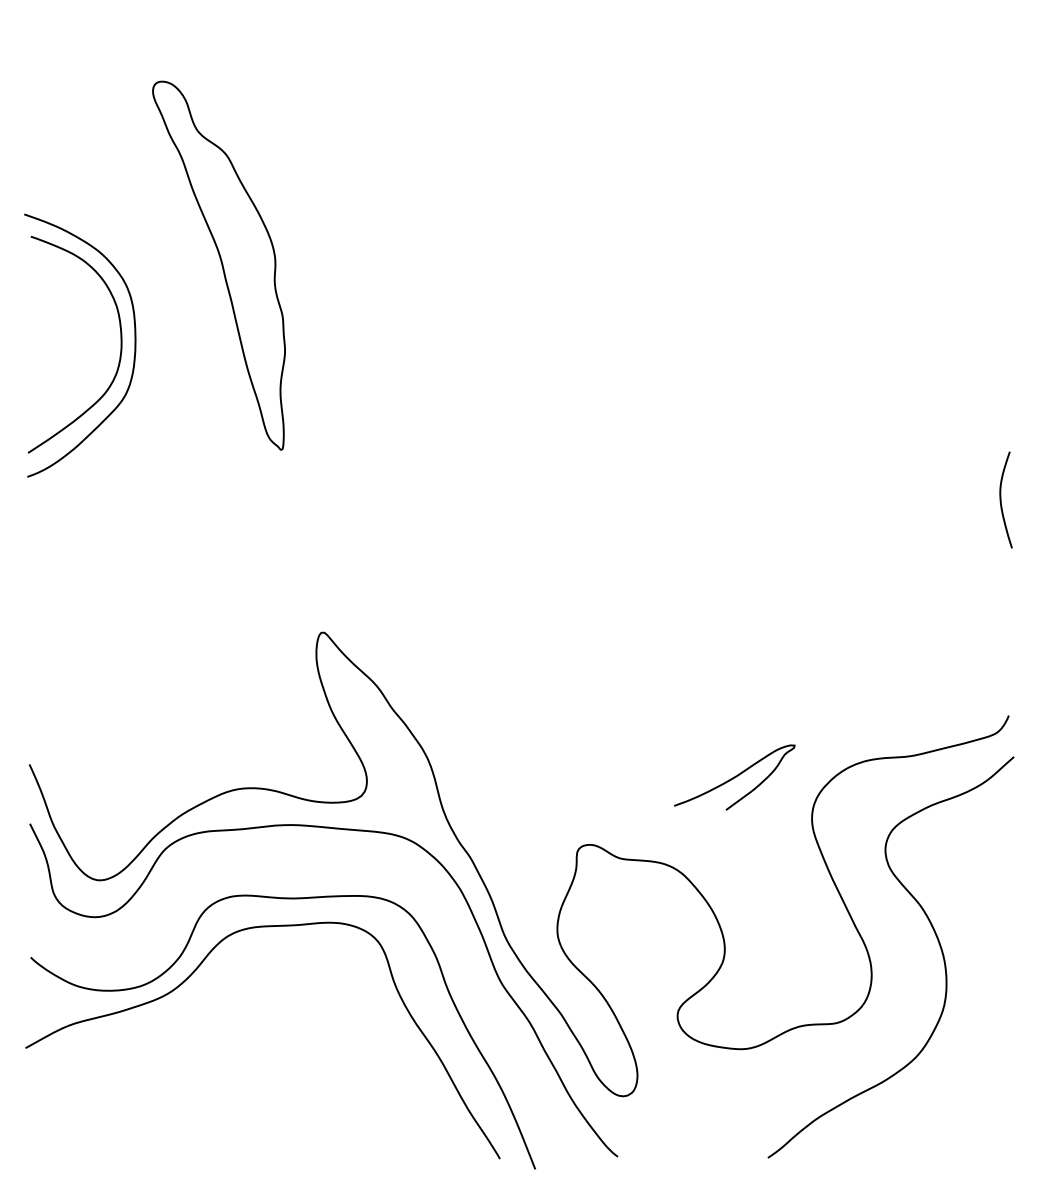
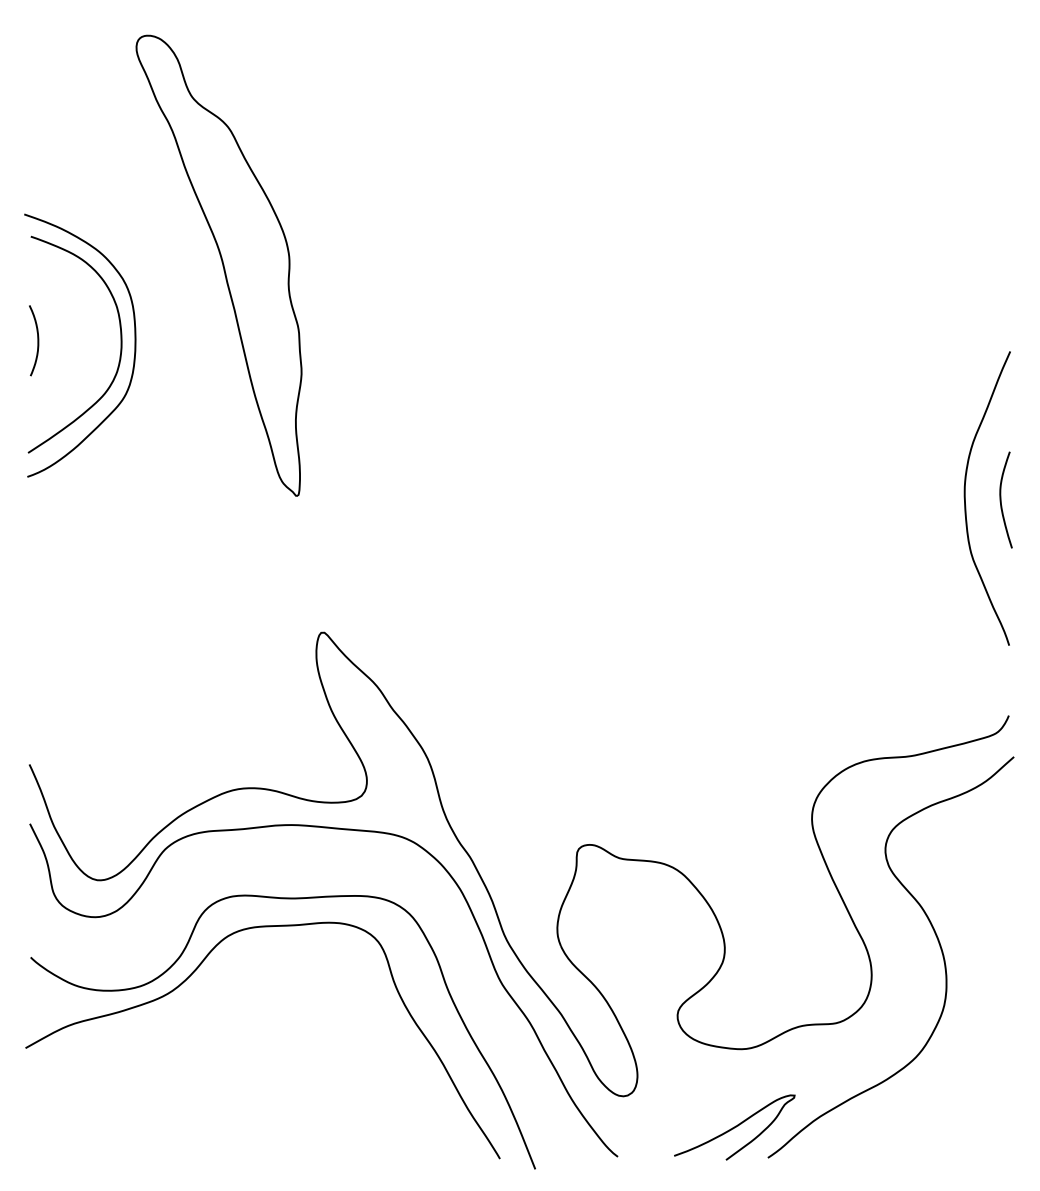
part at (218, 265) size: 134x371 px -> 168x463 px
curve at (37, 340): none -> present
curve at (965, 498): none -> present
curve at (734, 777) position: (734, 777) -> (734, 1127)
